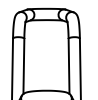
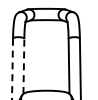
line at (23, 66): solid -> dashed
line at (12, 69): solid -> dashed
